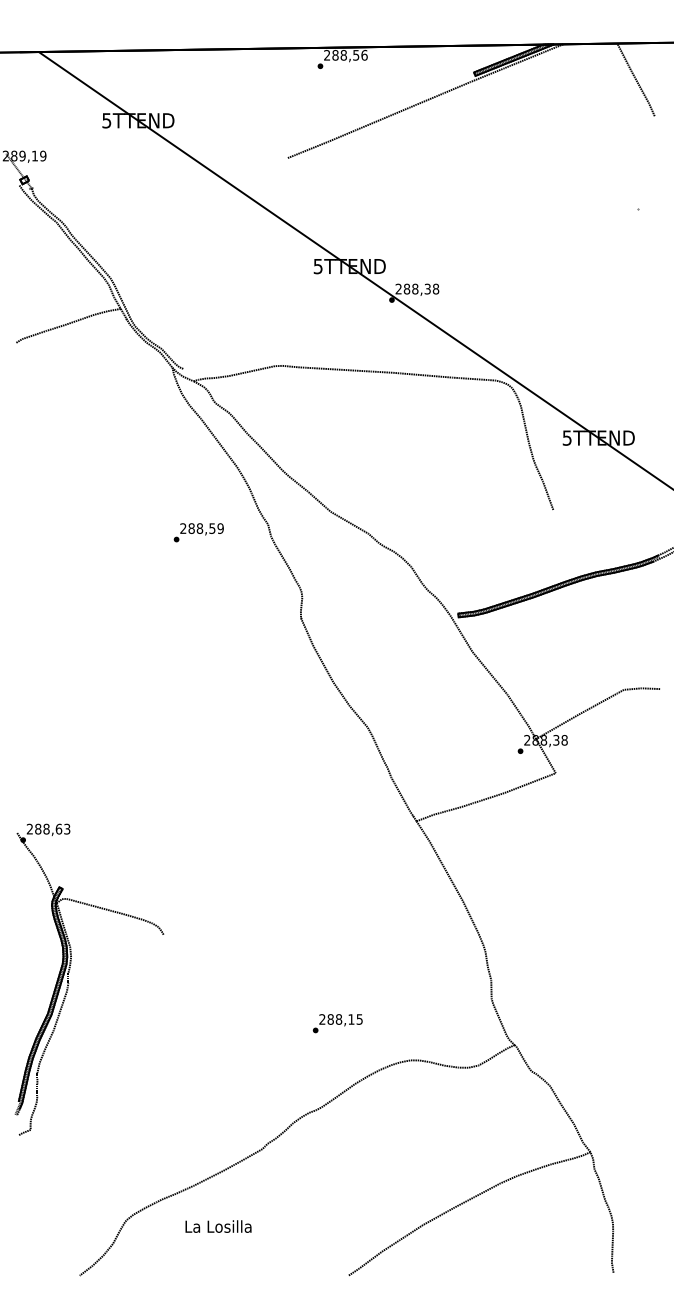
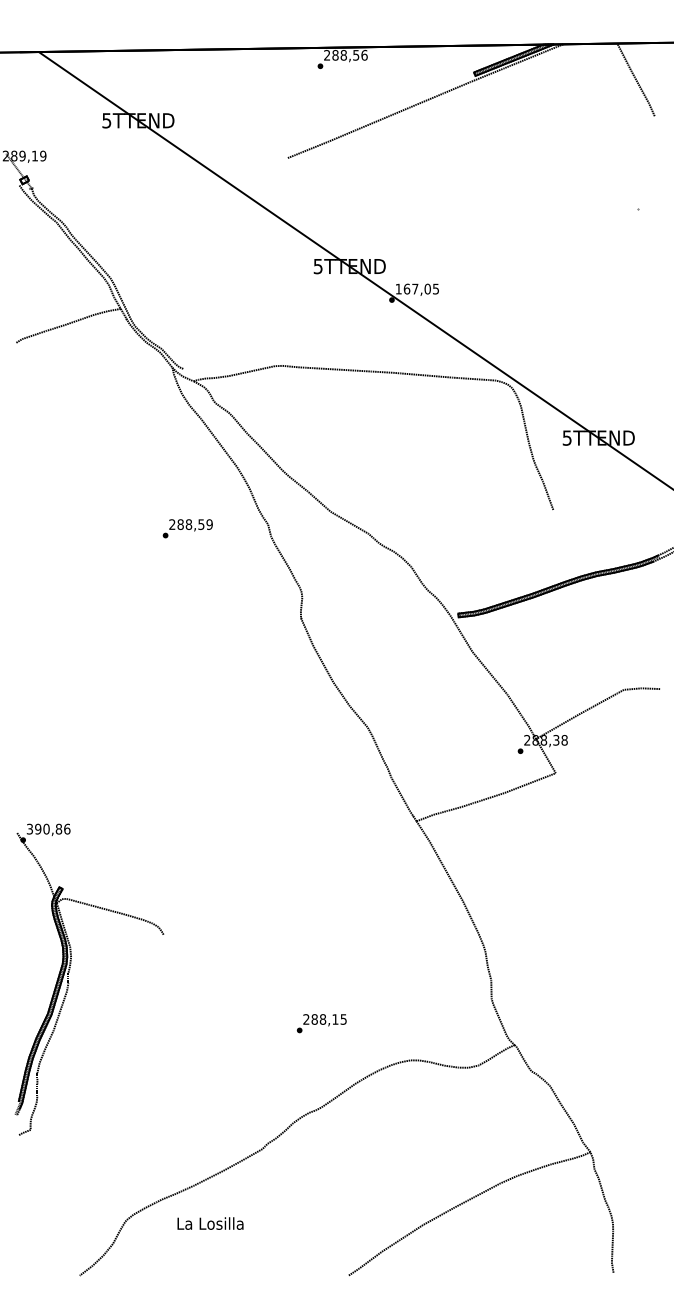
text at (417, 288): 288,38 -> 167,05
text at (198, 532) position: (198, 532) -> (187, 528)
text at (48, 828): 288,63 -> 390,86
text at (337, 1023) position: (337, 1023) -> (321, 1023)
text at (218, 1226) position: (218, 1226) -> (210, 1223)
